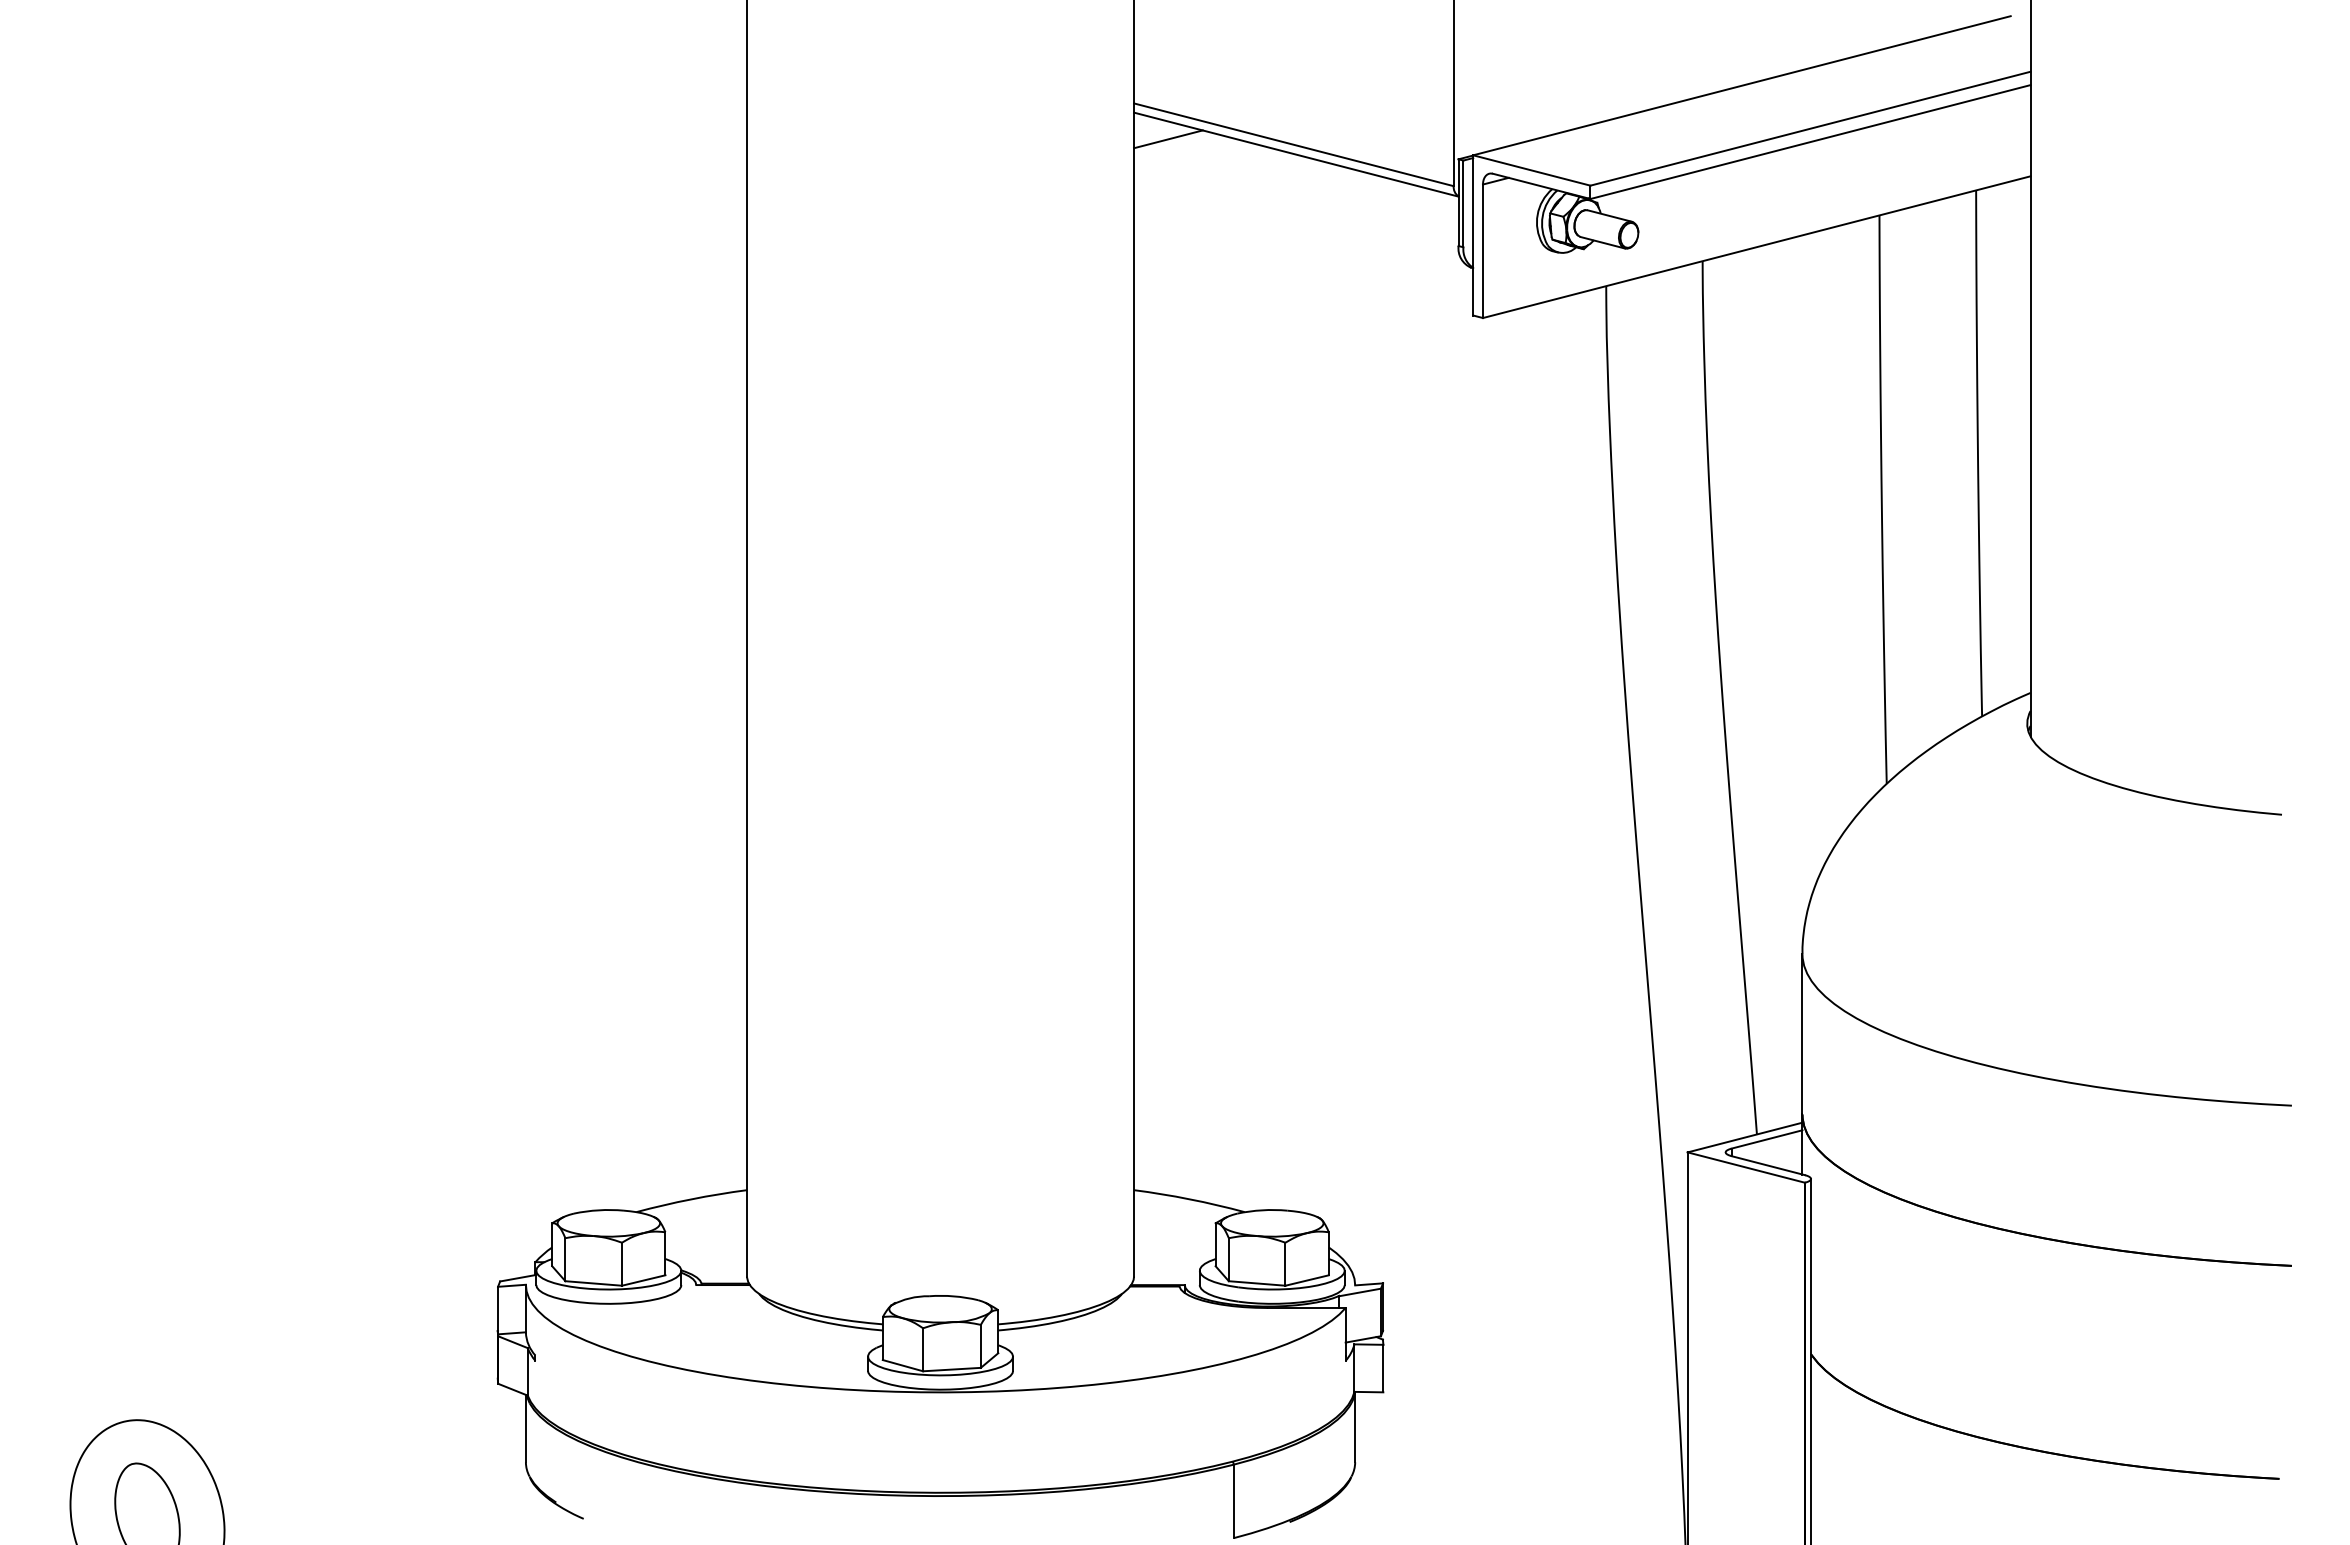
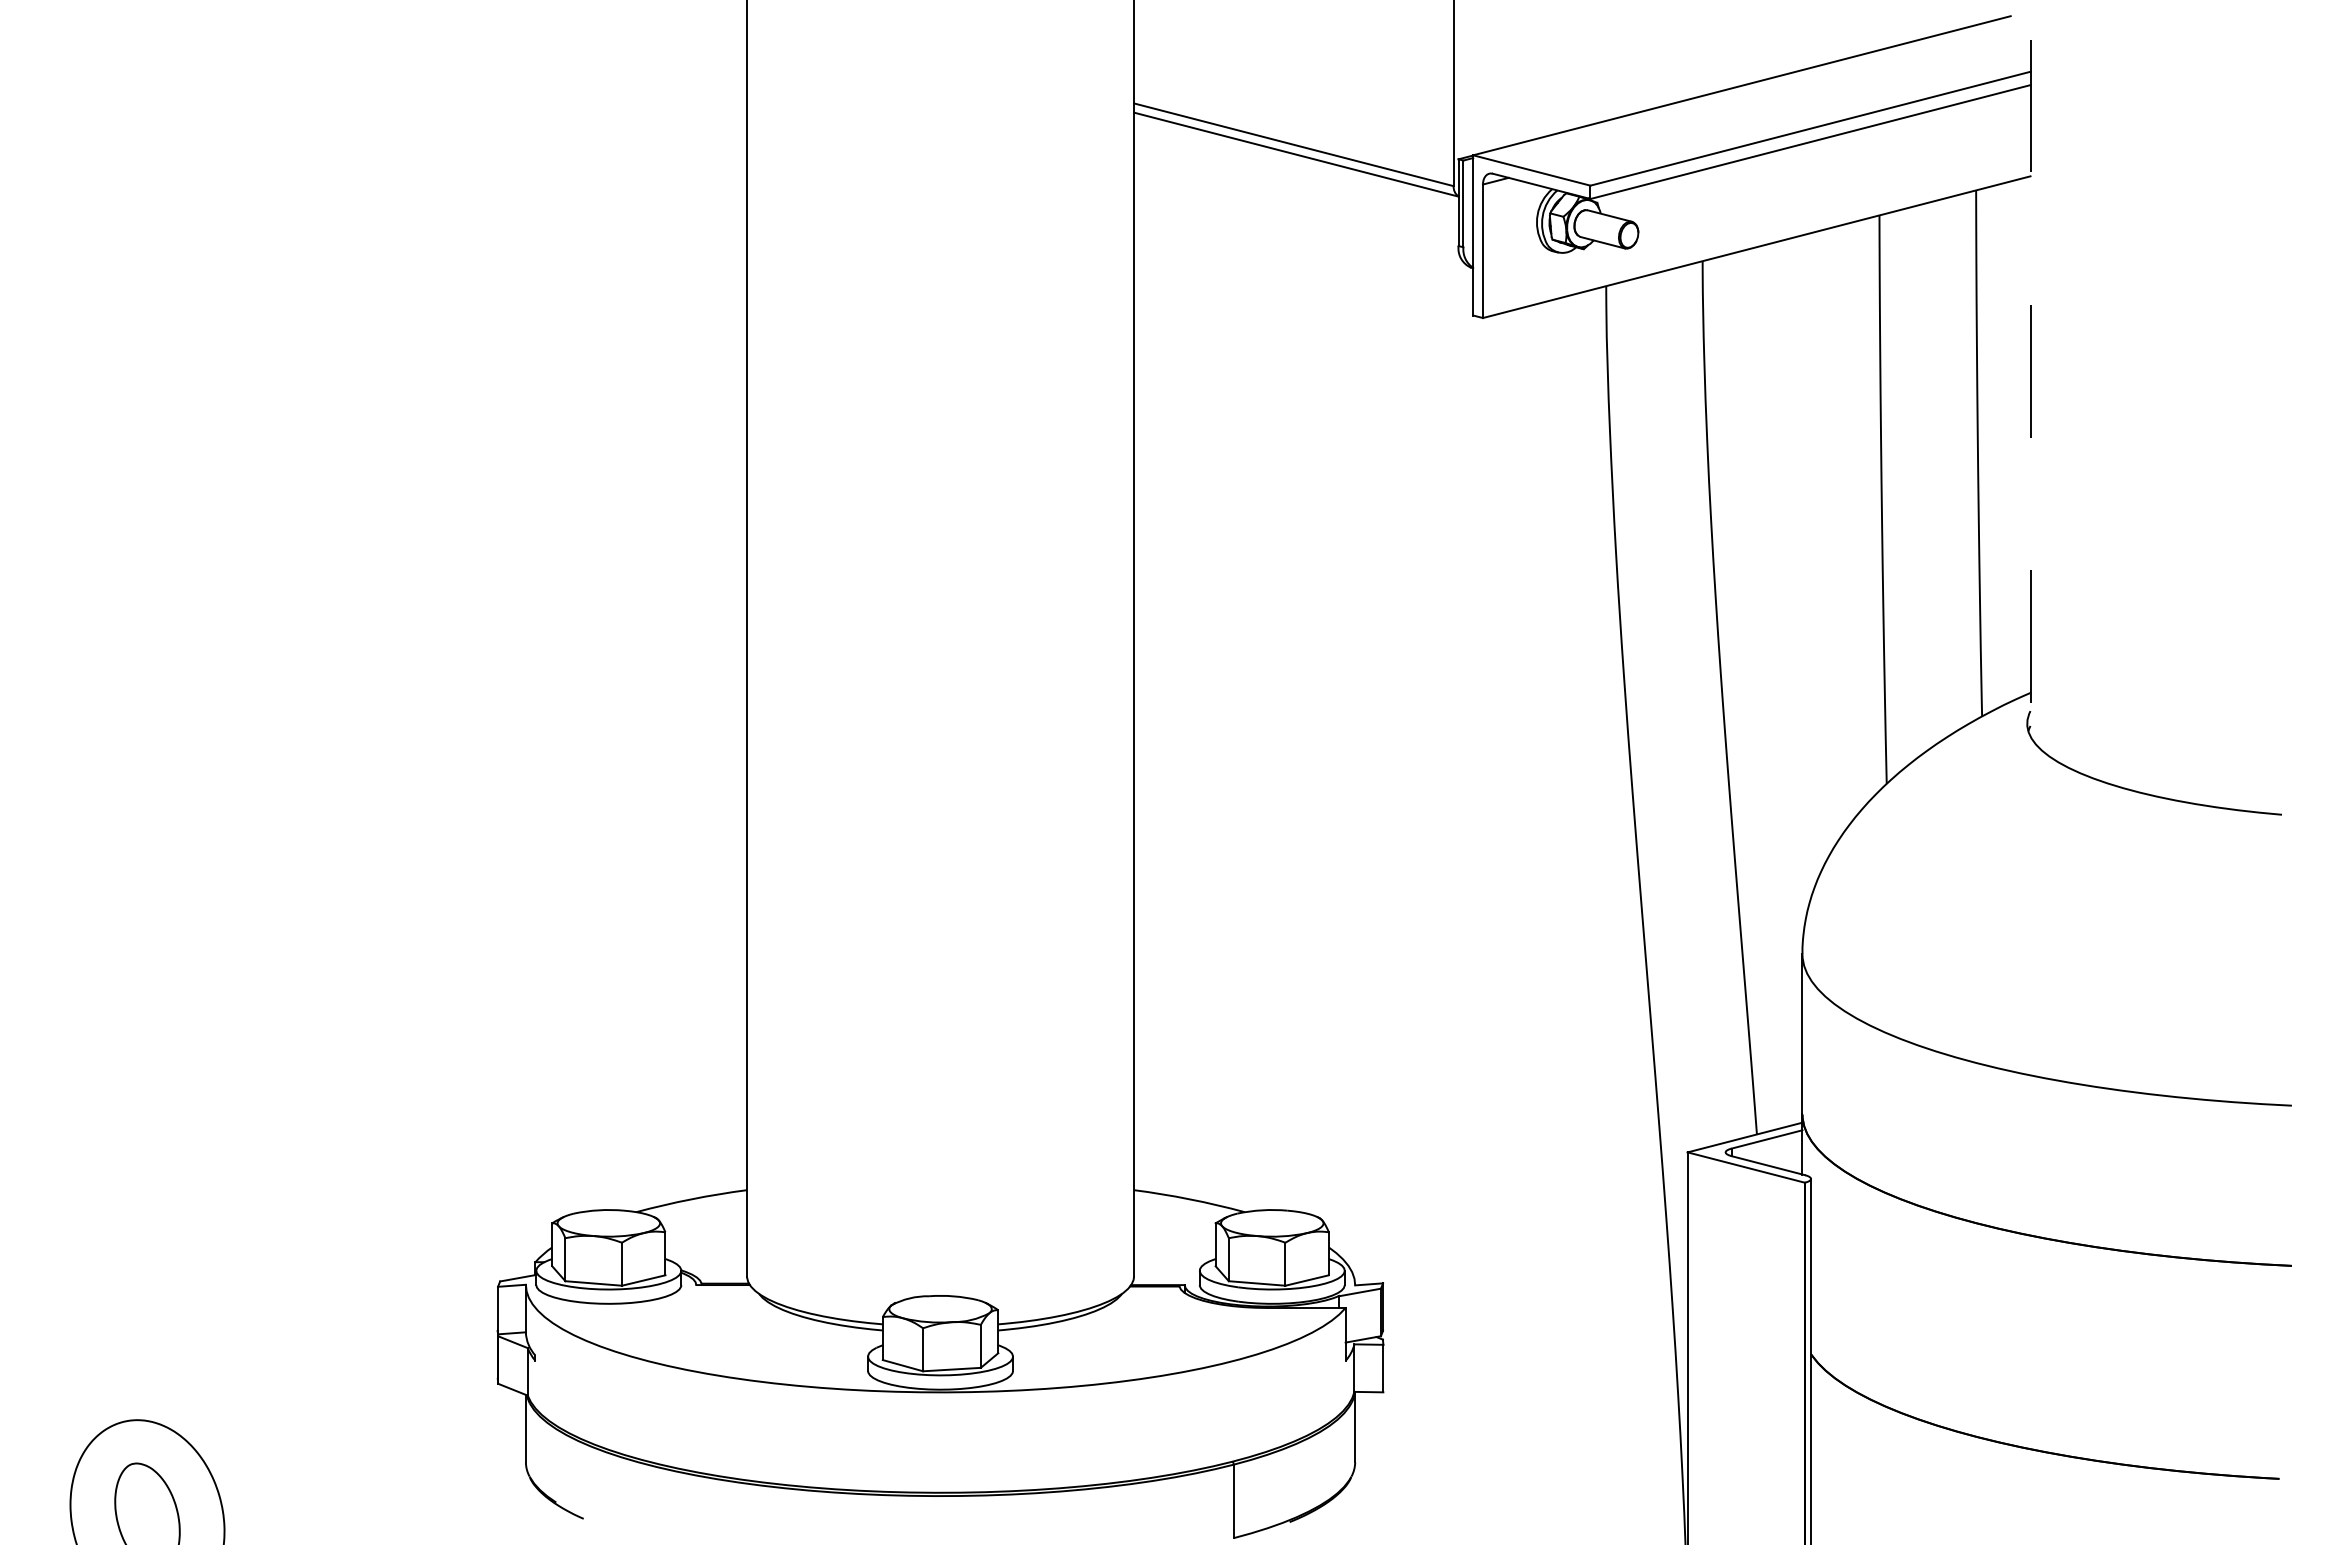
line at (1168, 139): present -> none
line at (2030, 368): solid -> dashed
